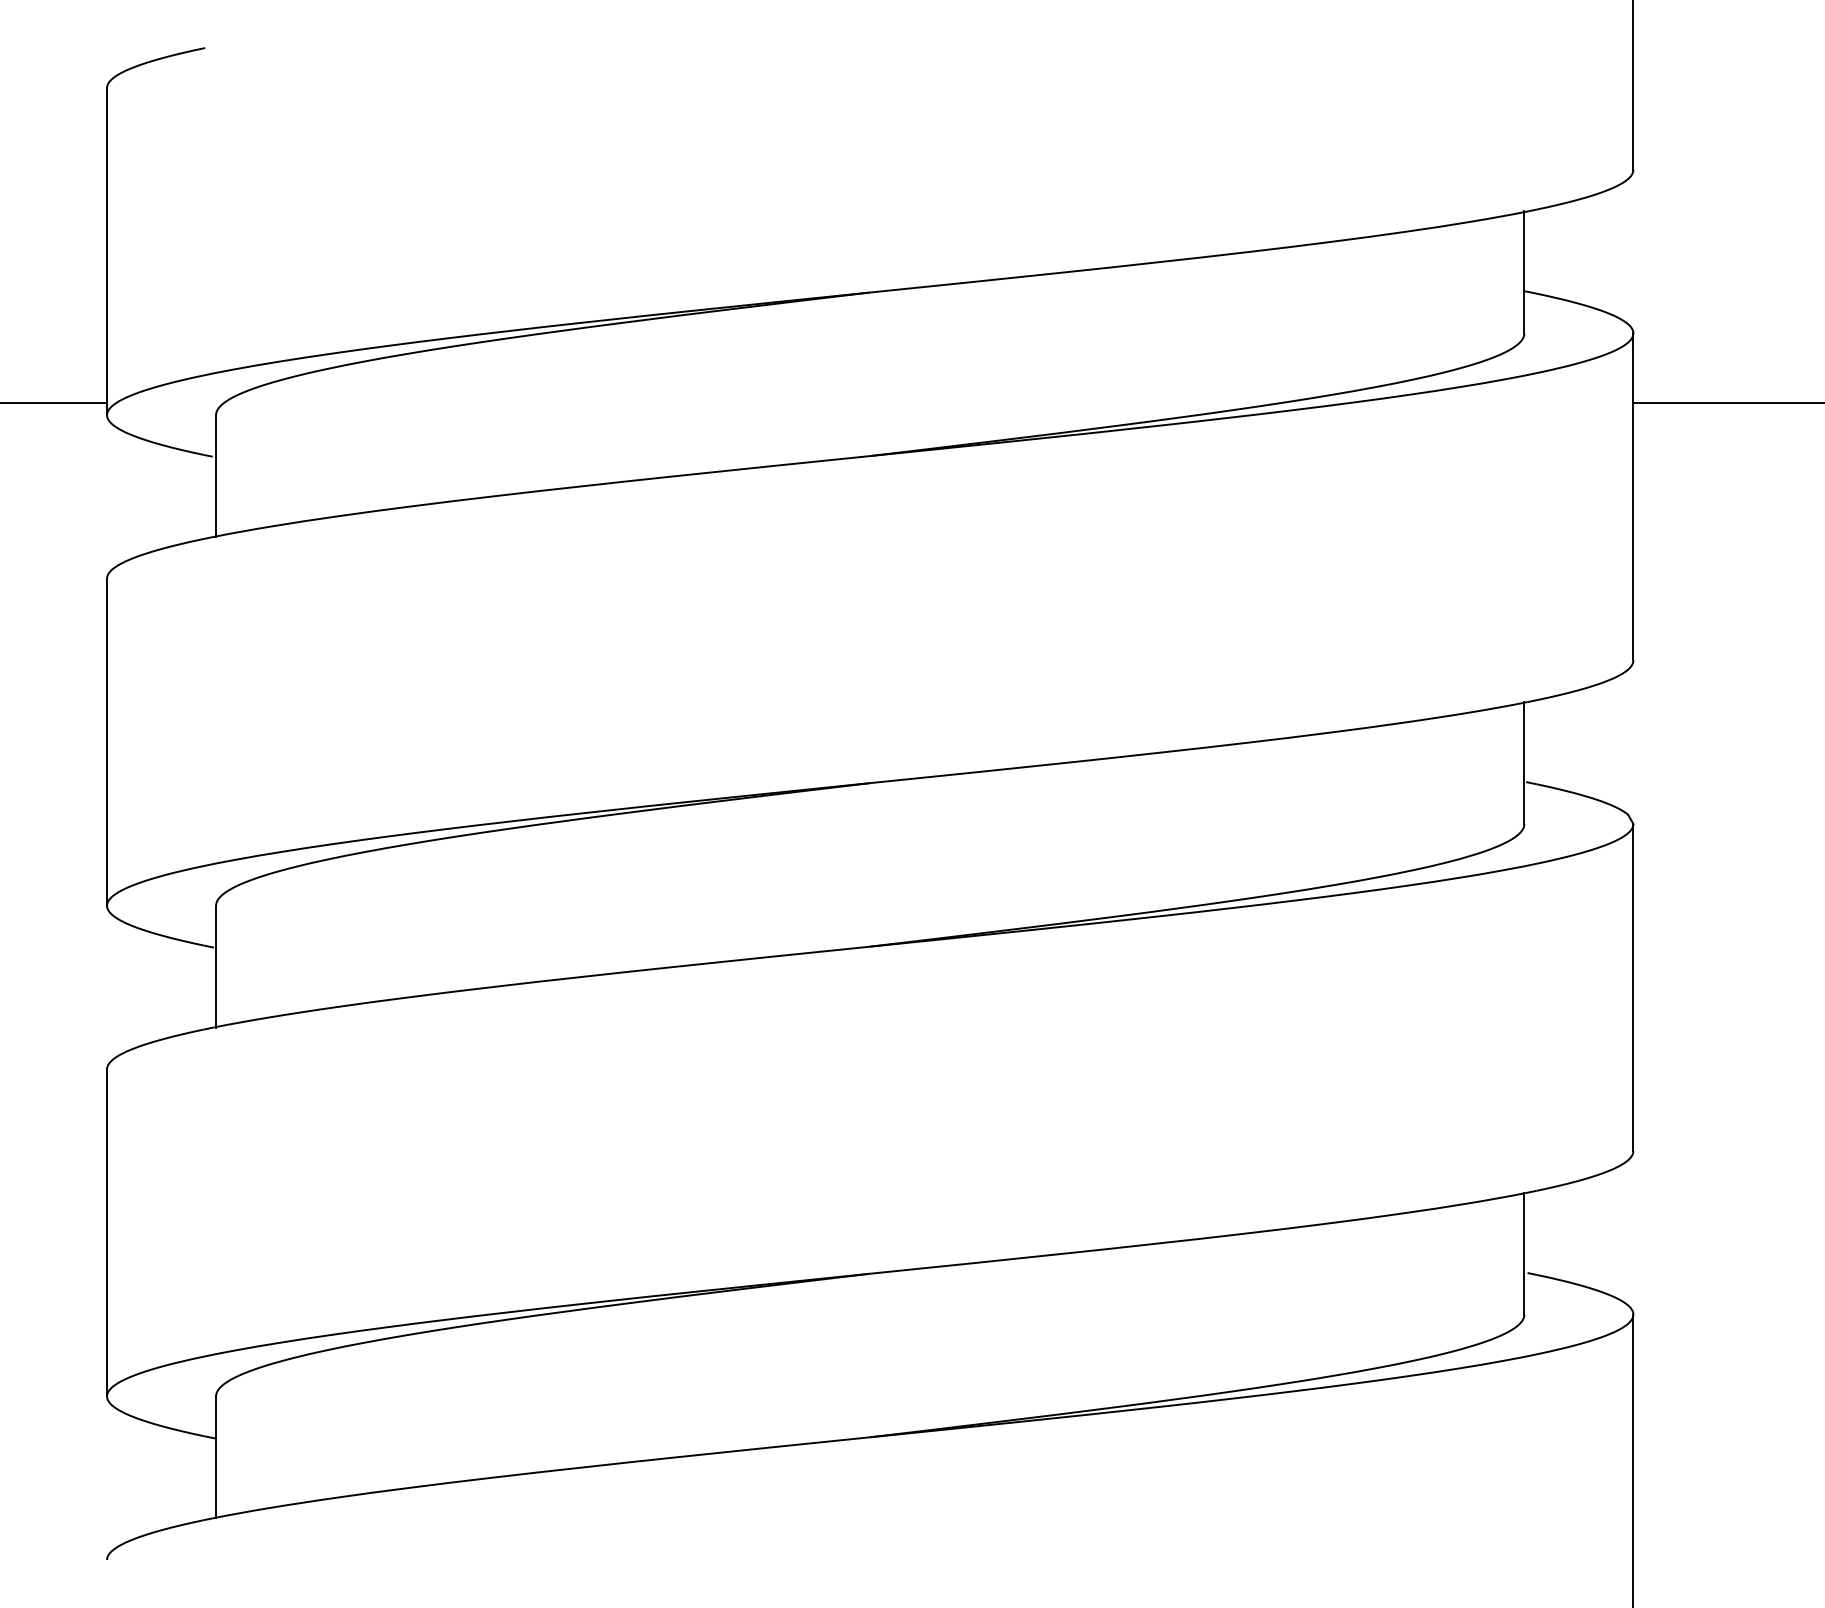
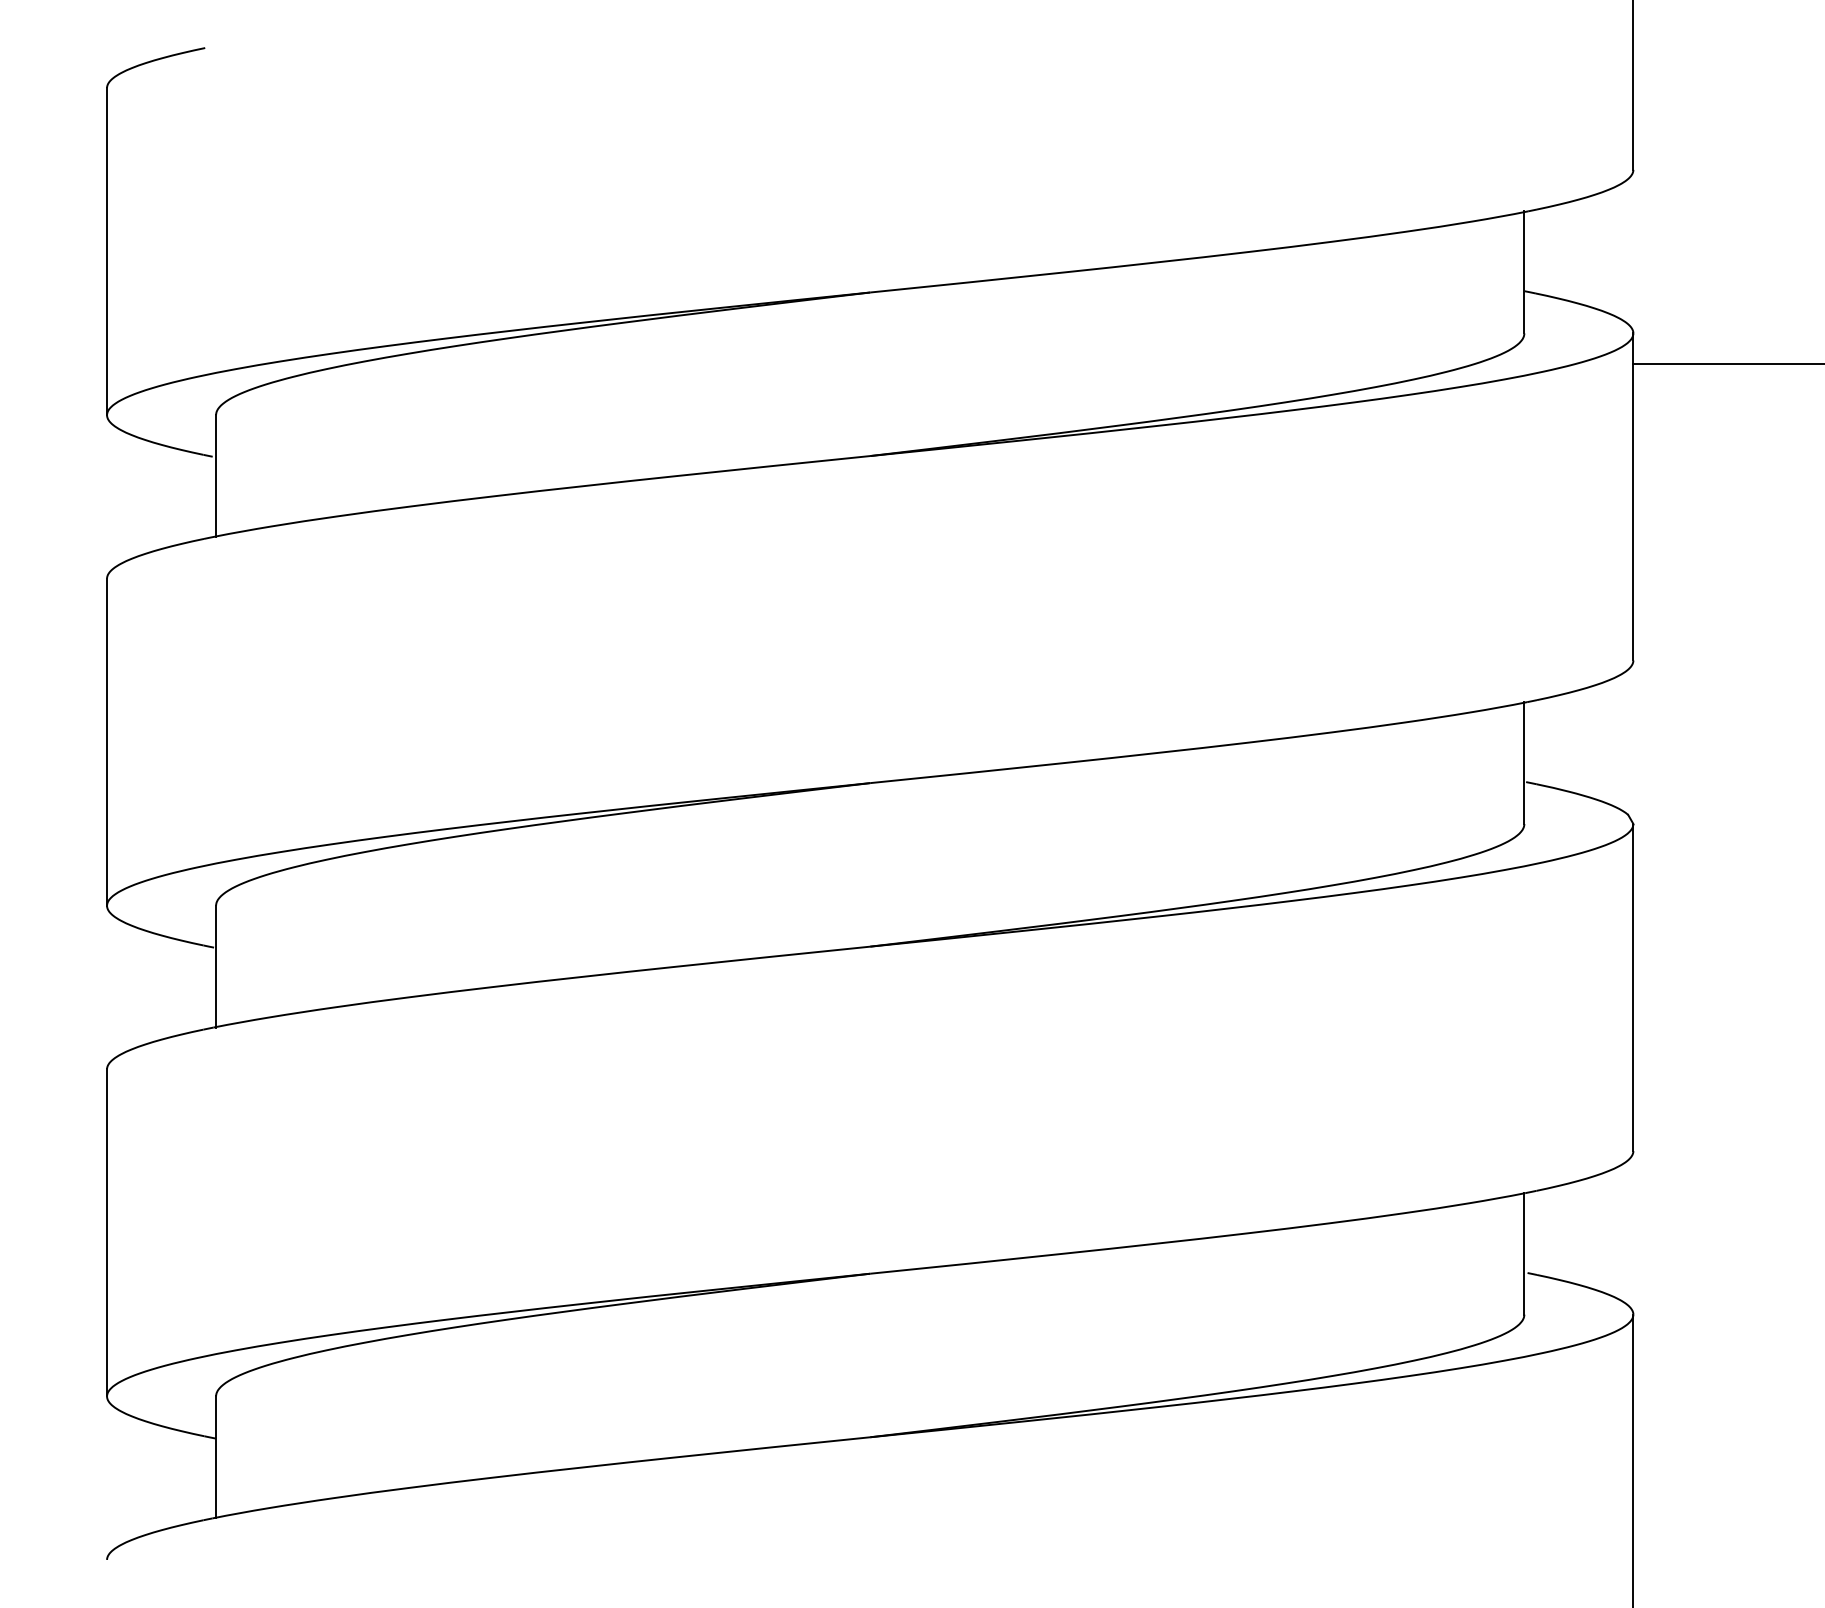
line at (54, 402): present -> none
line at (1727, 402) position: (1727, 402) -> (1727, 363)
